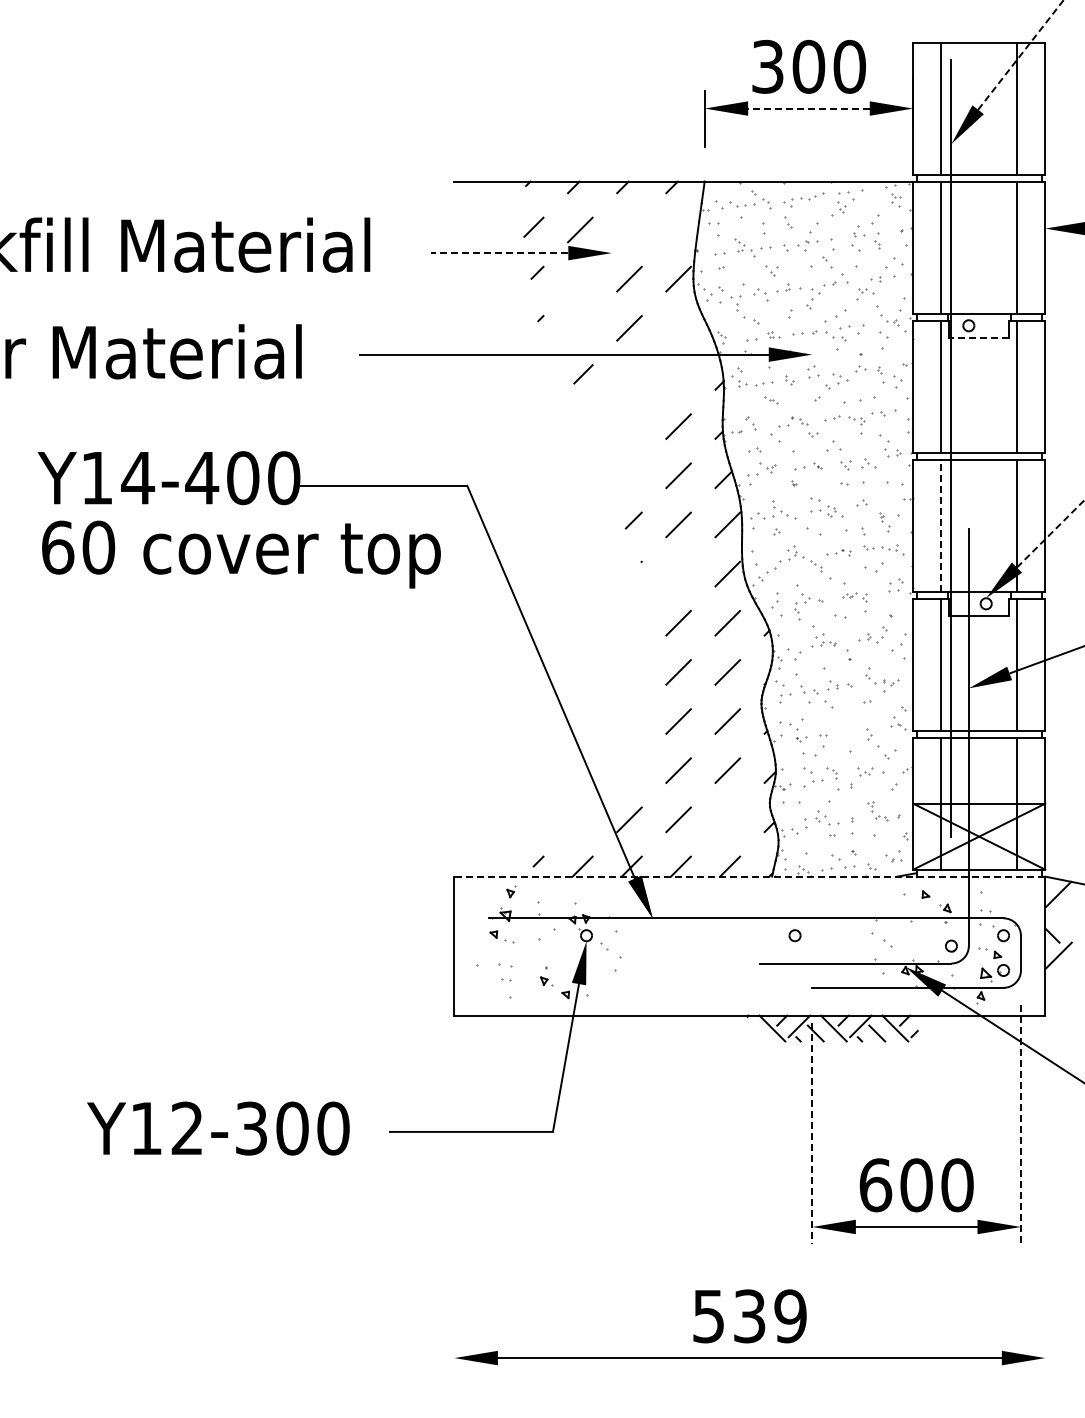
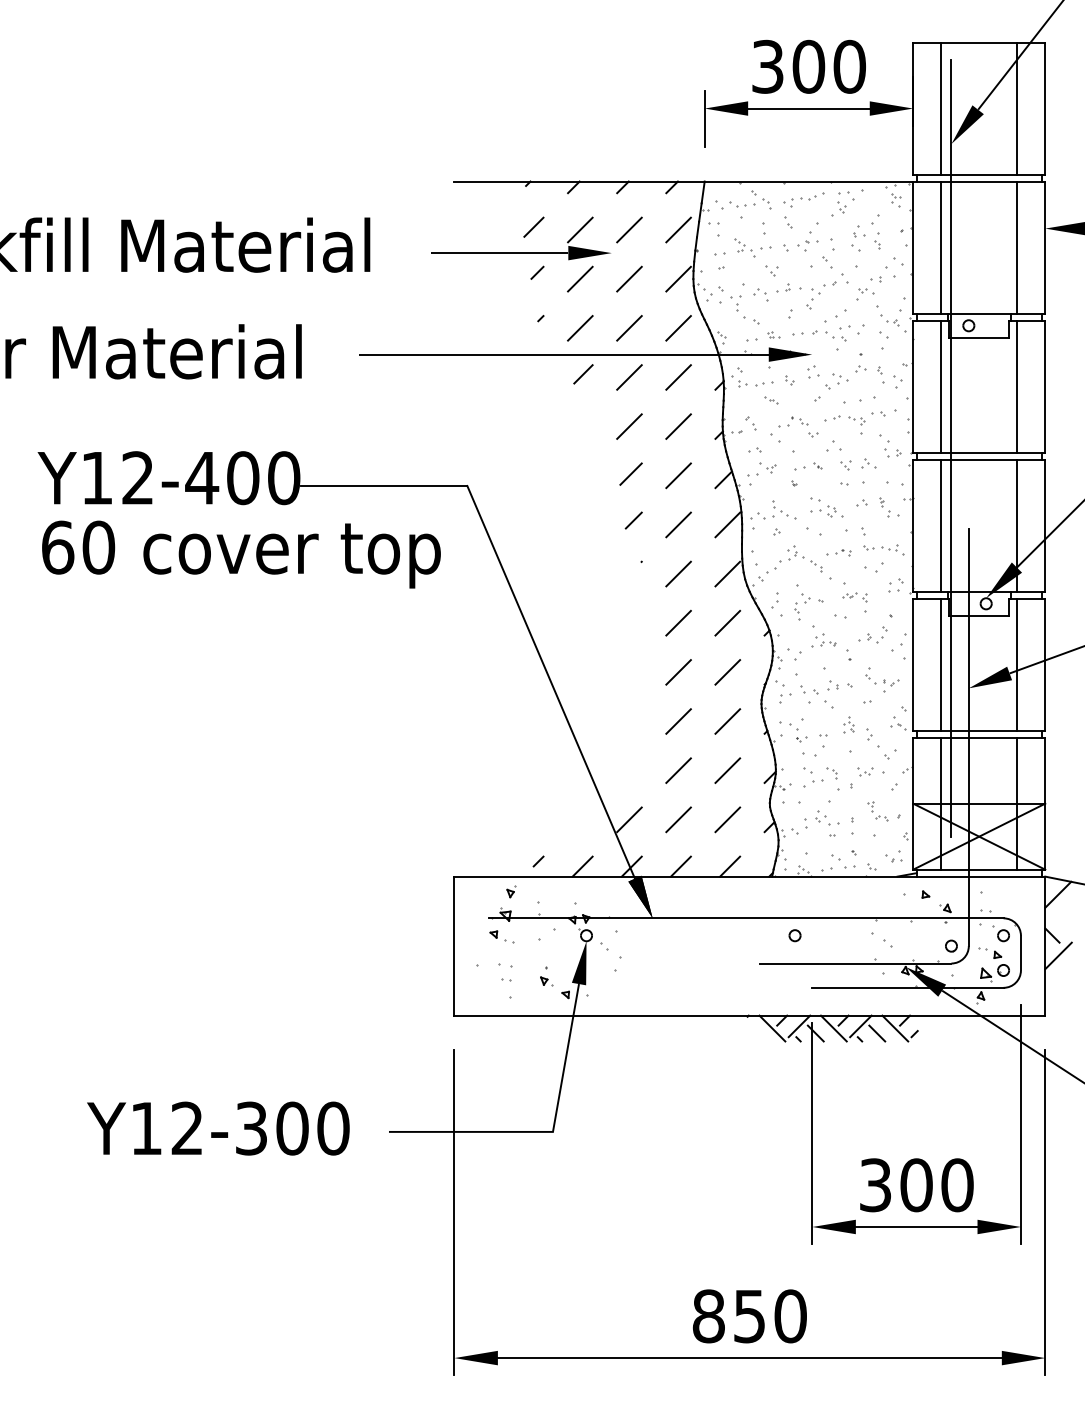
line at (1021, 54): dashed -> solid
line at (808, 108): dashed -> solid
line at (629, 229): none -> present
line at (678, 229): none -> present
line at (499, 253): dashed -> solid
line at (580, 278): none -> present
line at (580, 328): none -> present
line at (678, 328): none -> present
line at (979, 337): dashed -> solid
line at (629, 377): none -> present
line at (678, 377): none -> present
line at (629, 426): none -> present
line at (630, 473): none -> present
text at (138, 477): Y14-400 -> Y12-400
part at (884, 522) position: (884, 522) -> (884, 507)
line at (941, 525): dashed -> solid
line at (1050, 533): dashed -> solid
line at (678, 573): none -> present
part at (848, 724): none -> present
line at (727, 819): none -> present
line at (749, 876): dashed -> solid
line at (1020, 1124): dashed -> solid
line at (812, 1133): dashed -> solid
text at (875, 1185): 600 -> 300
line at (454, 1212): none -> present
line at (1045, 1212): none -> present
text at (749, 1316): 539 -> 850
